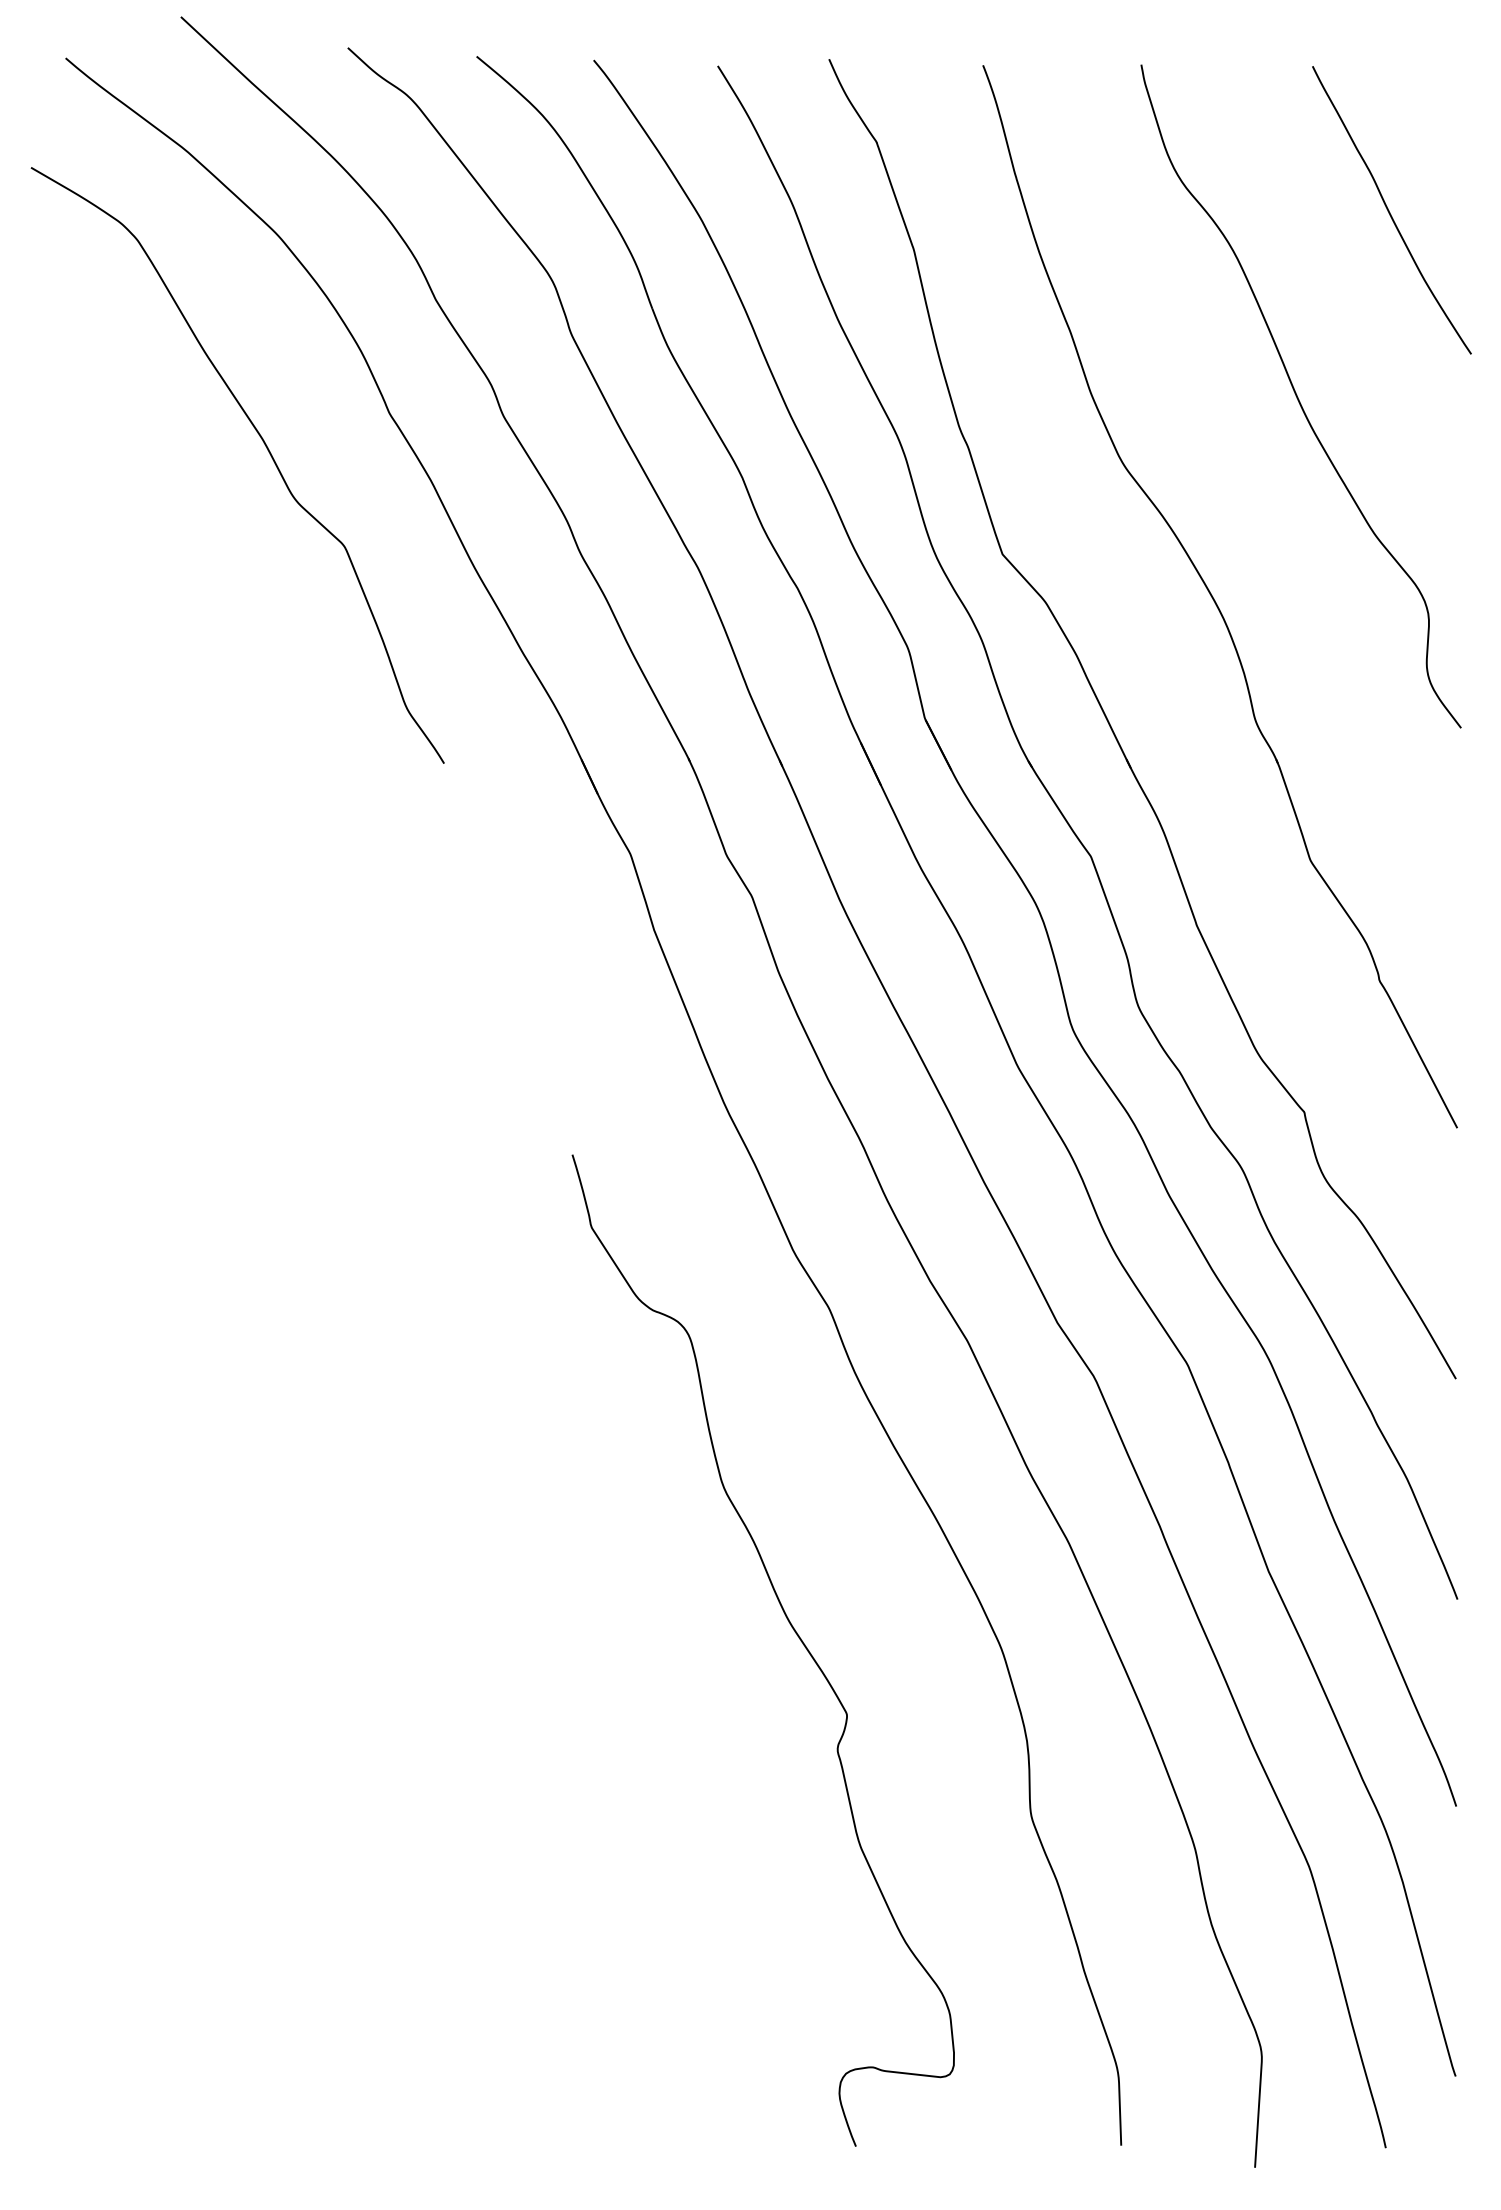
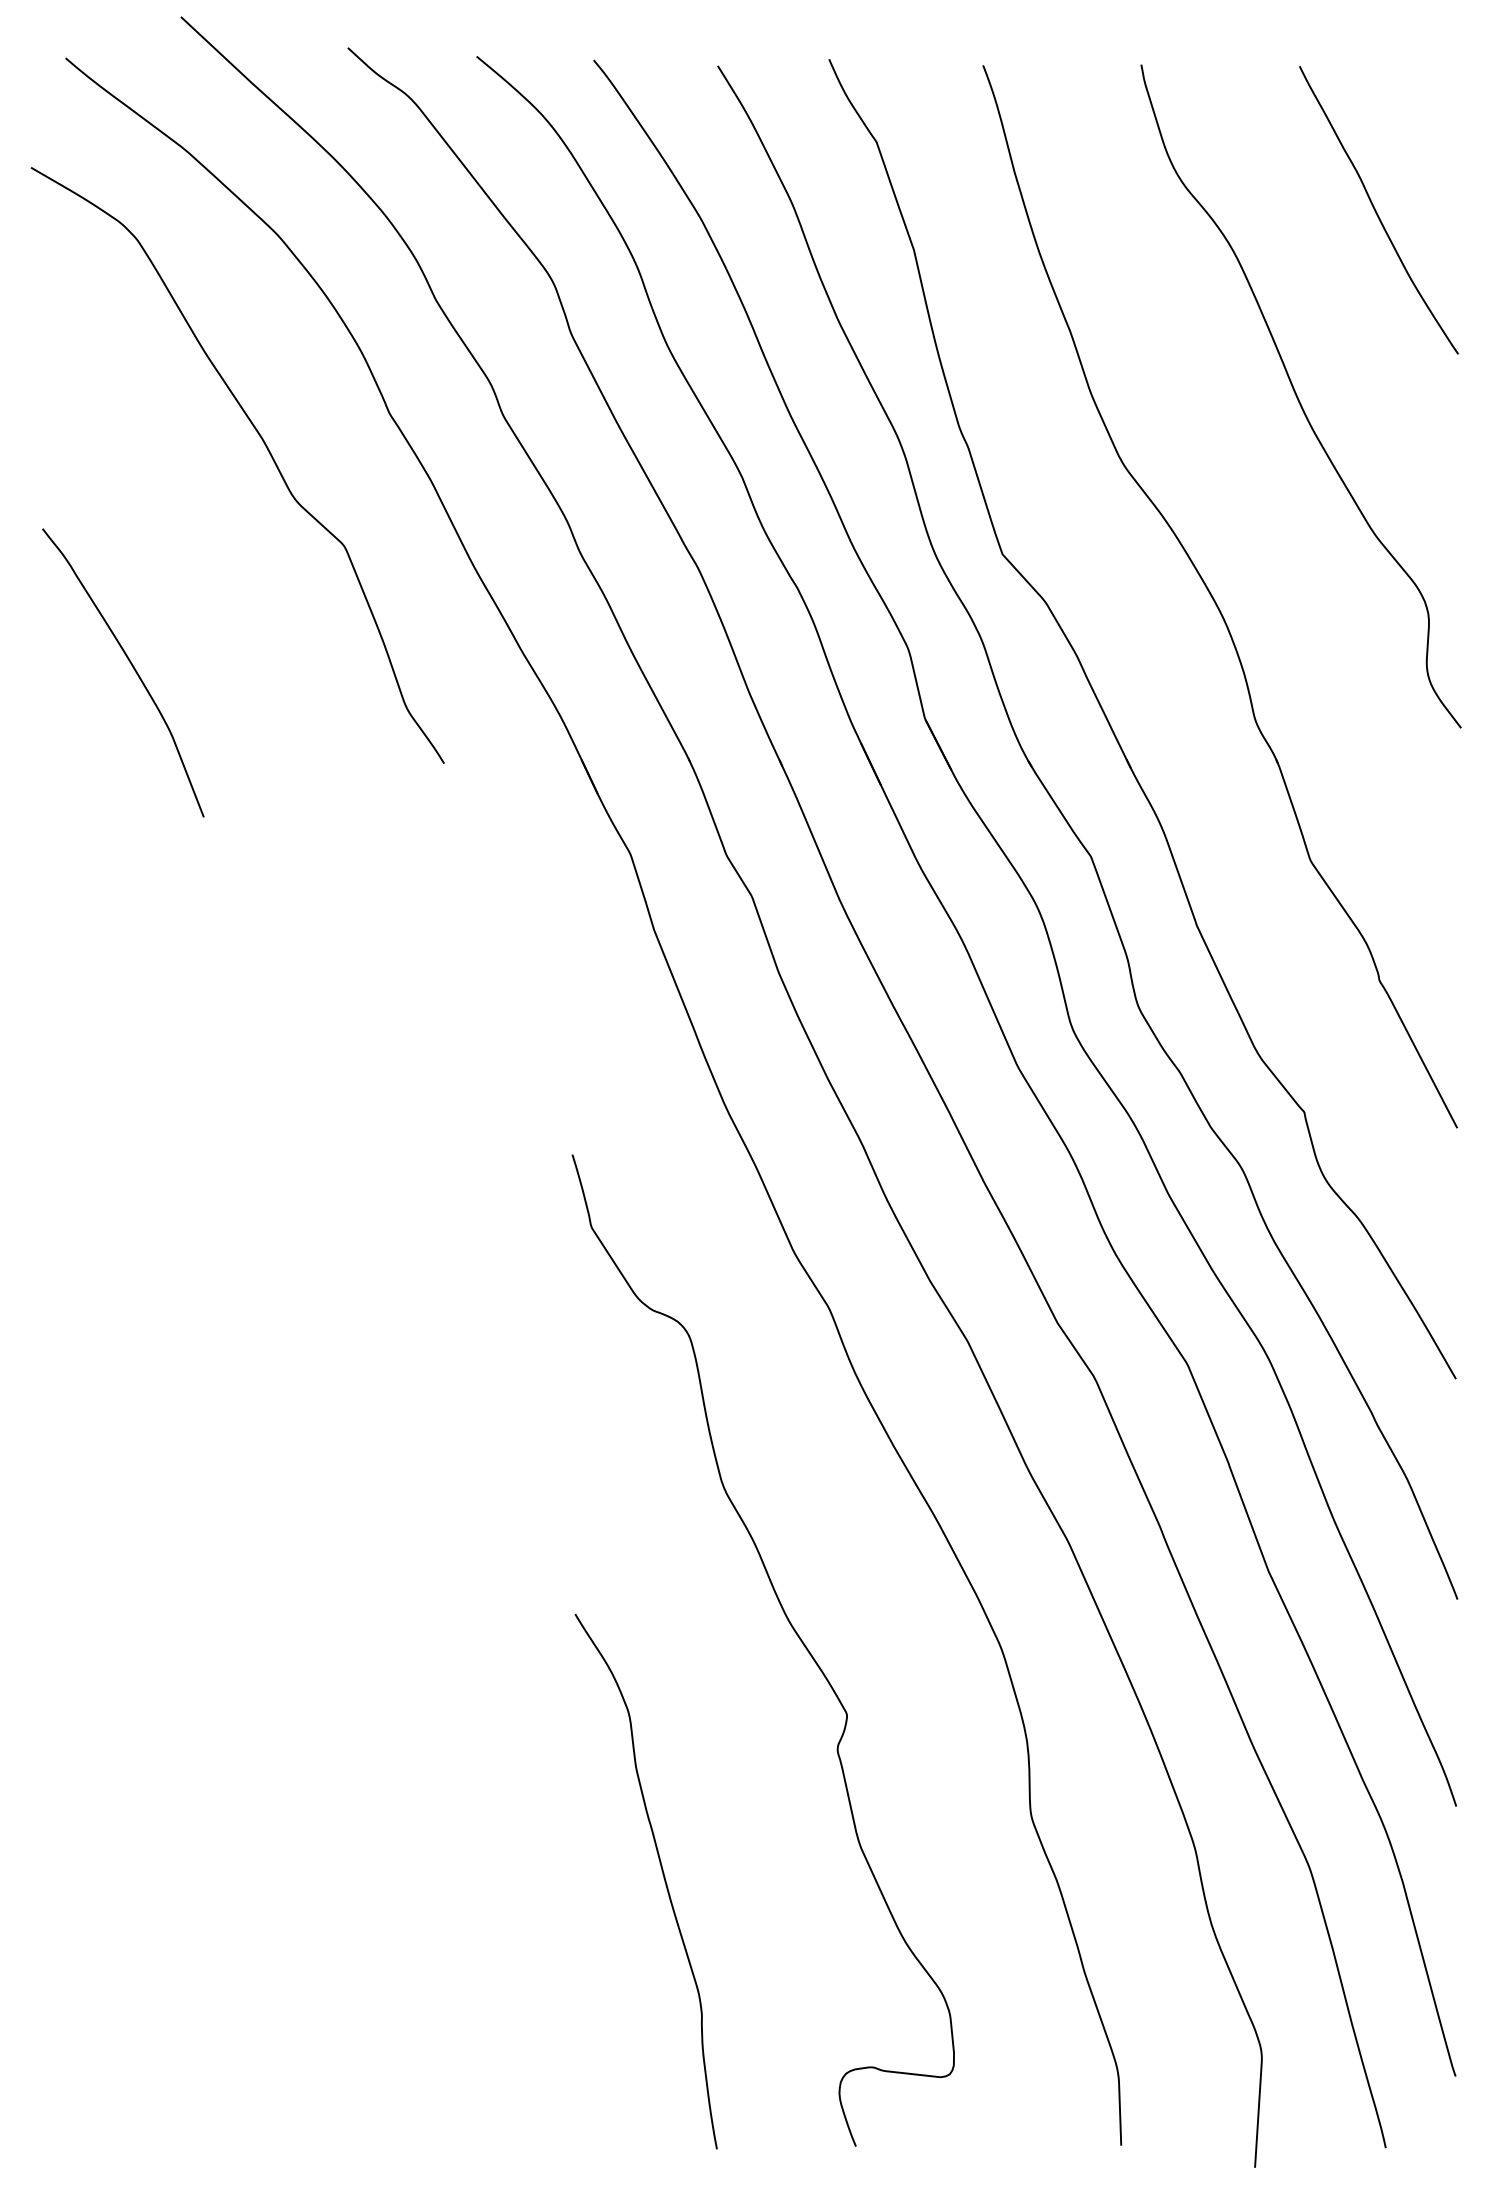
curve at (1389, 210) position: (1389, 210) -> (1376, 210)
curve at (132, 667): none -> present
curve at (663, 1878): none -> present
